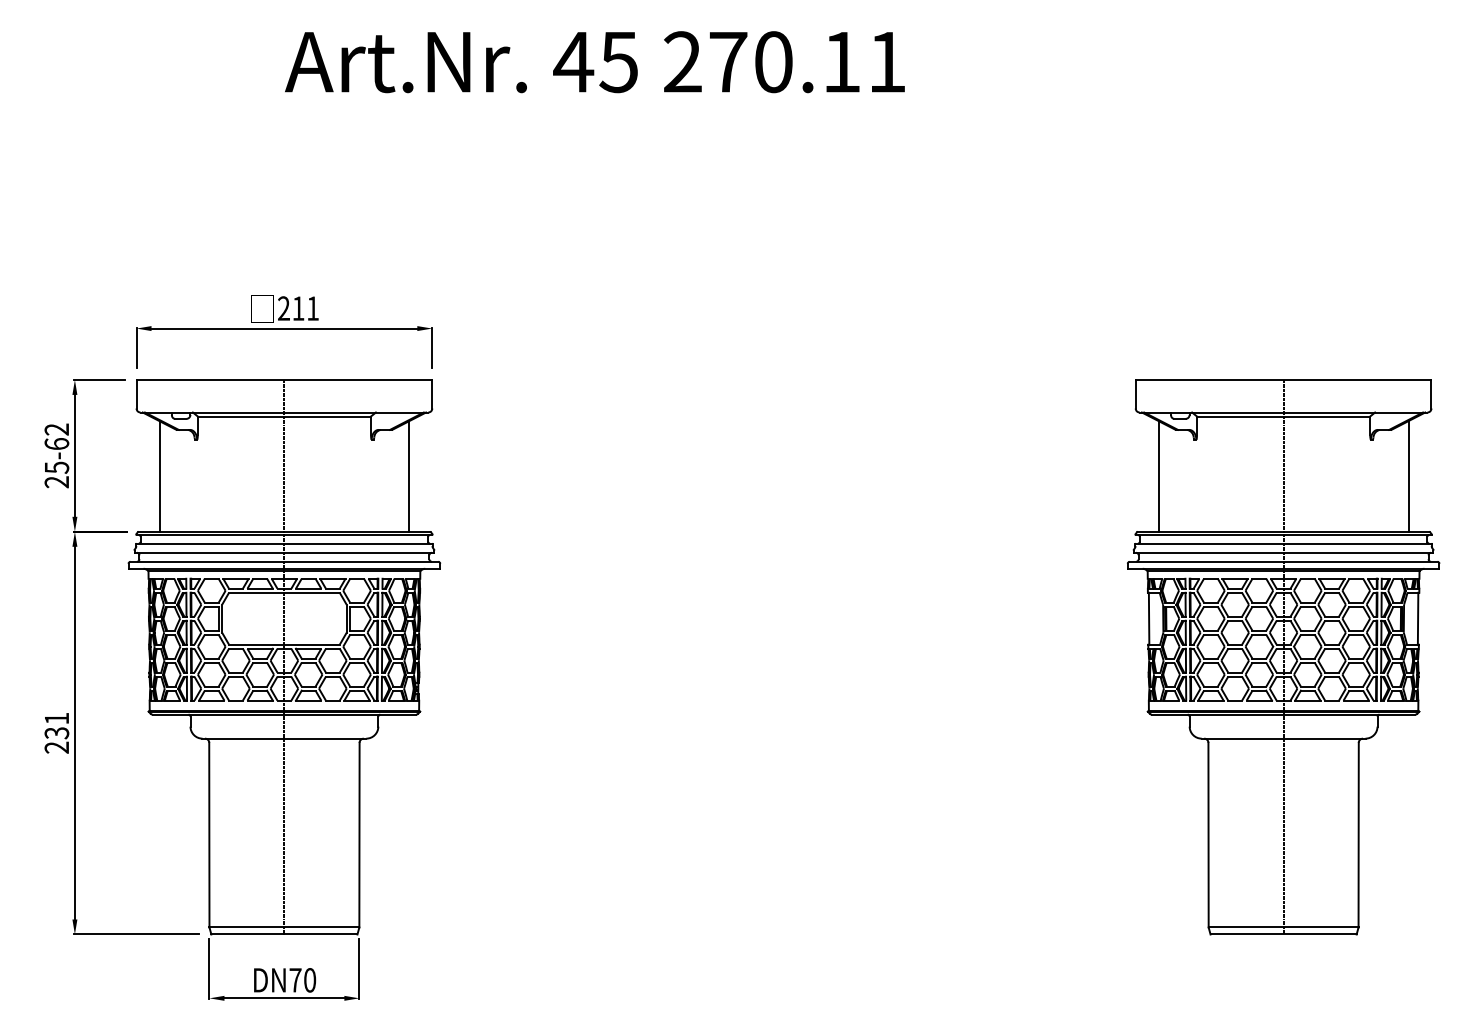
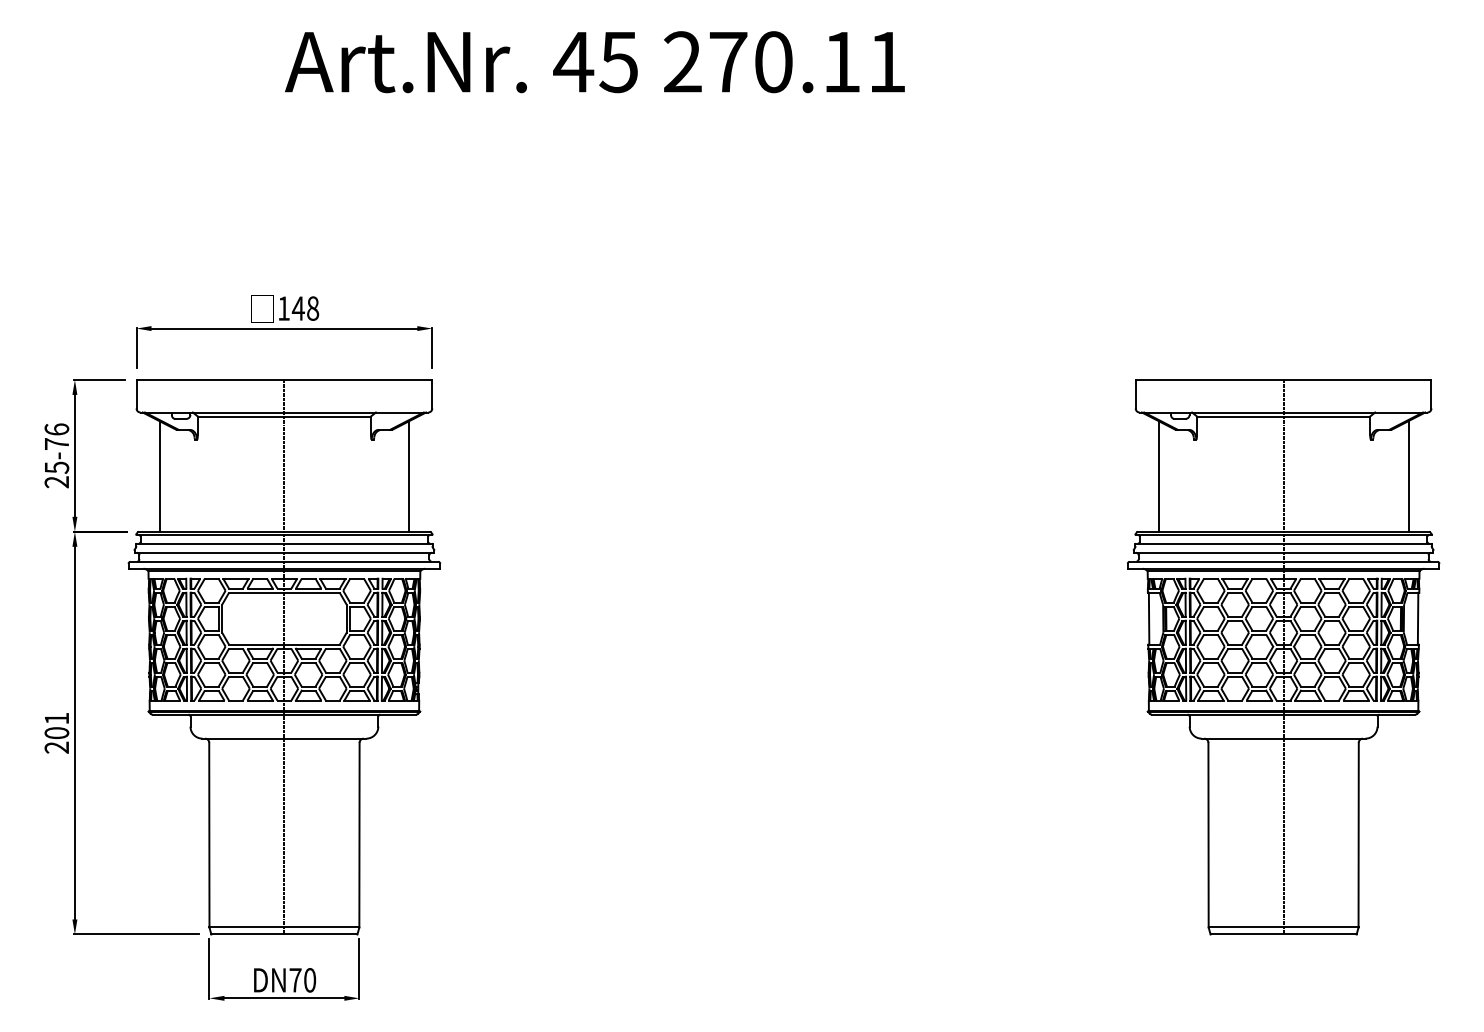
text at (298, 308): 211 -> 148
text at (56, 436): 25-62 -> 25-76
text at (56, 733): 231 -> 201
